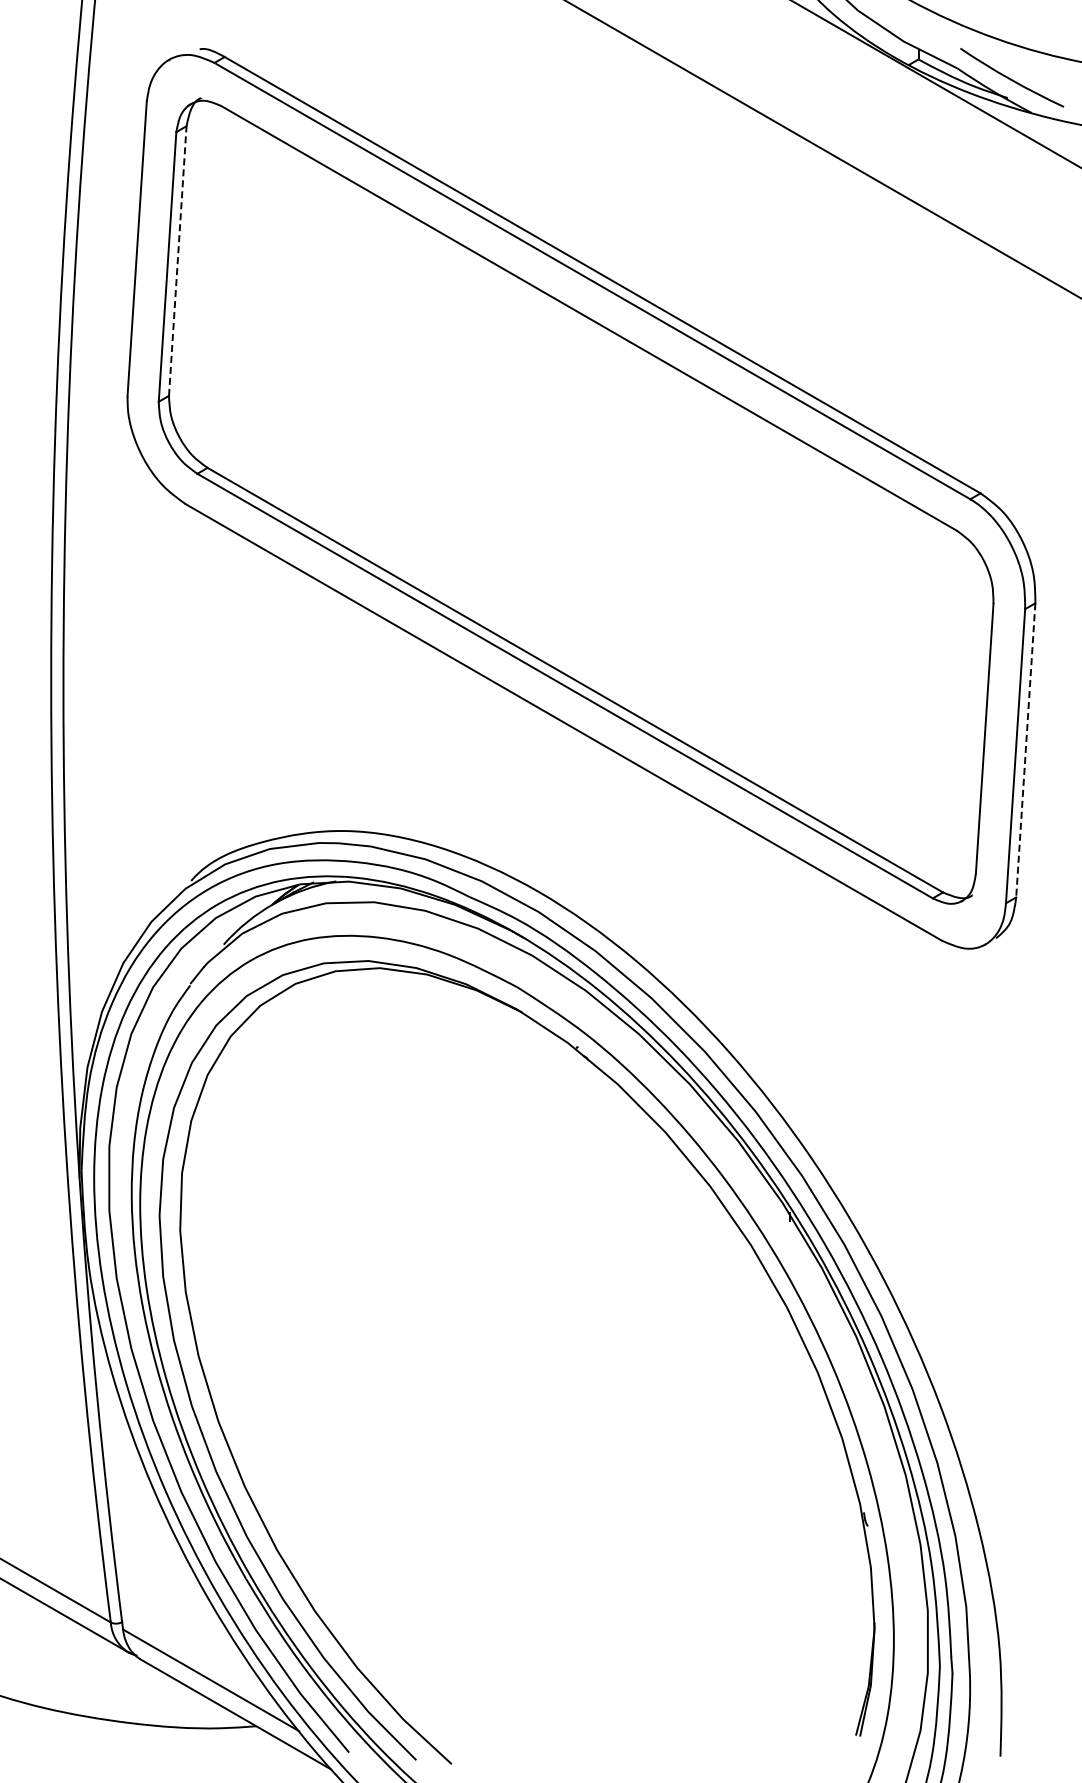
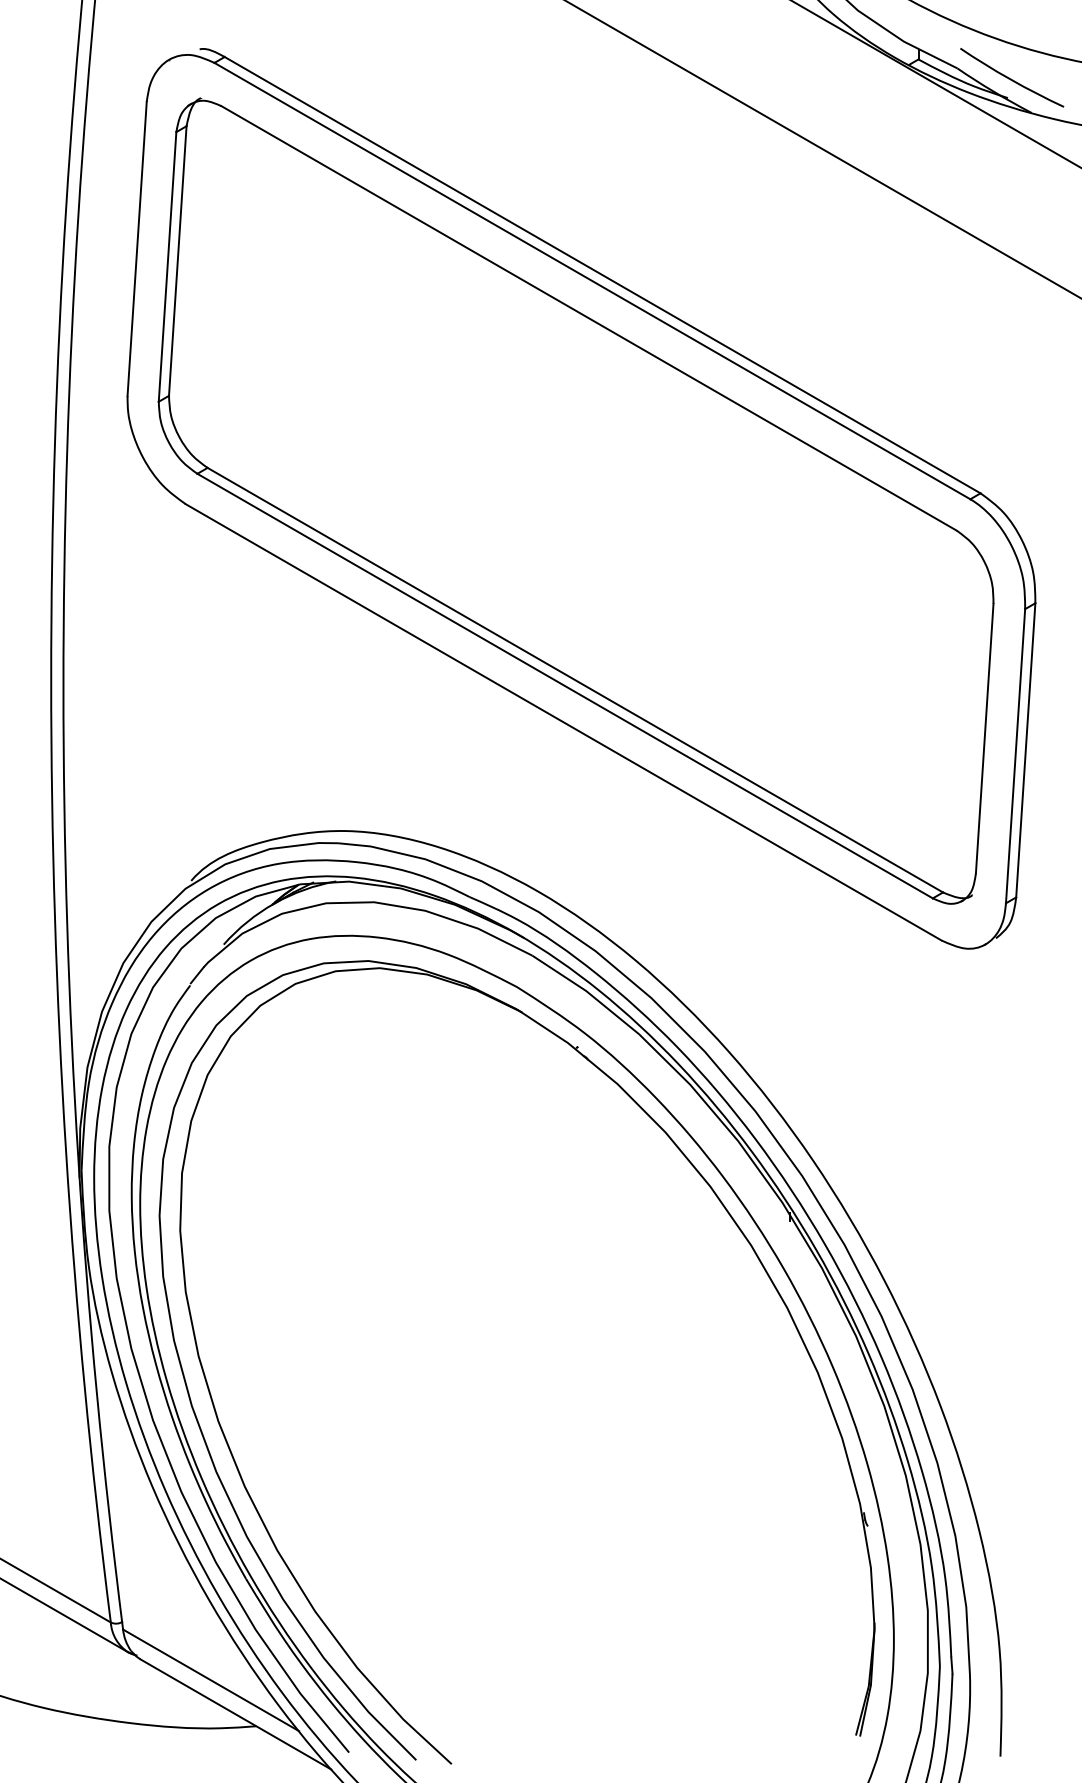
line at (177, 260): dashed -> solid
line at (1025, 750): dashed -> solid
